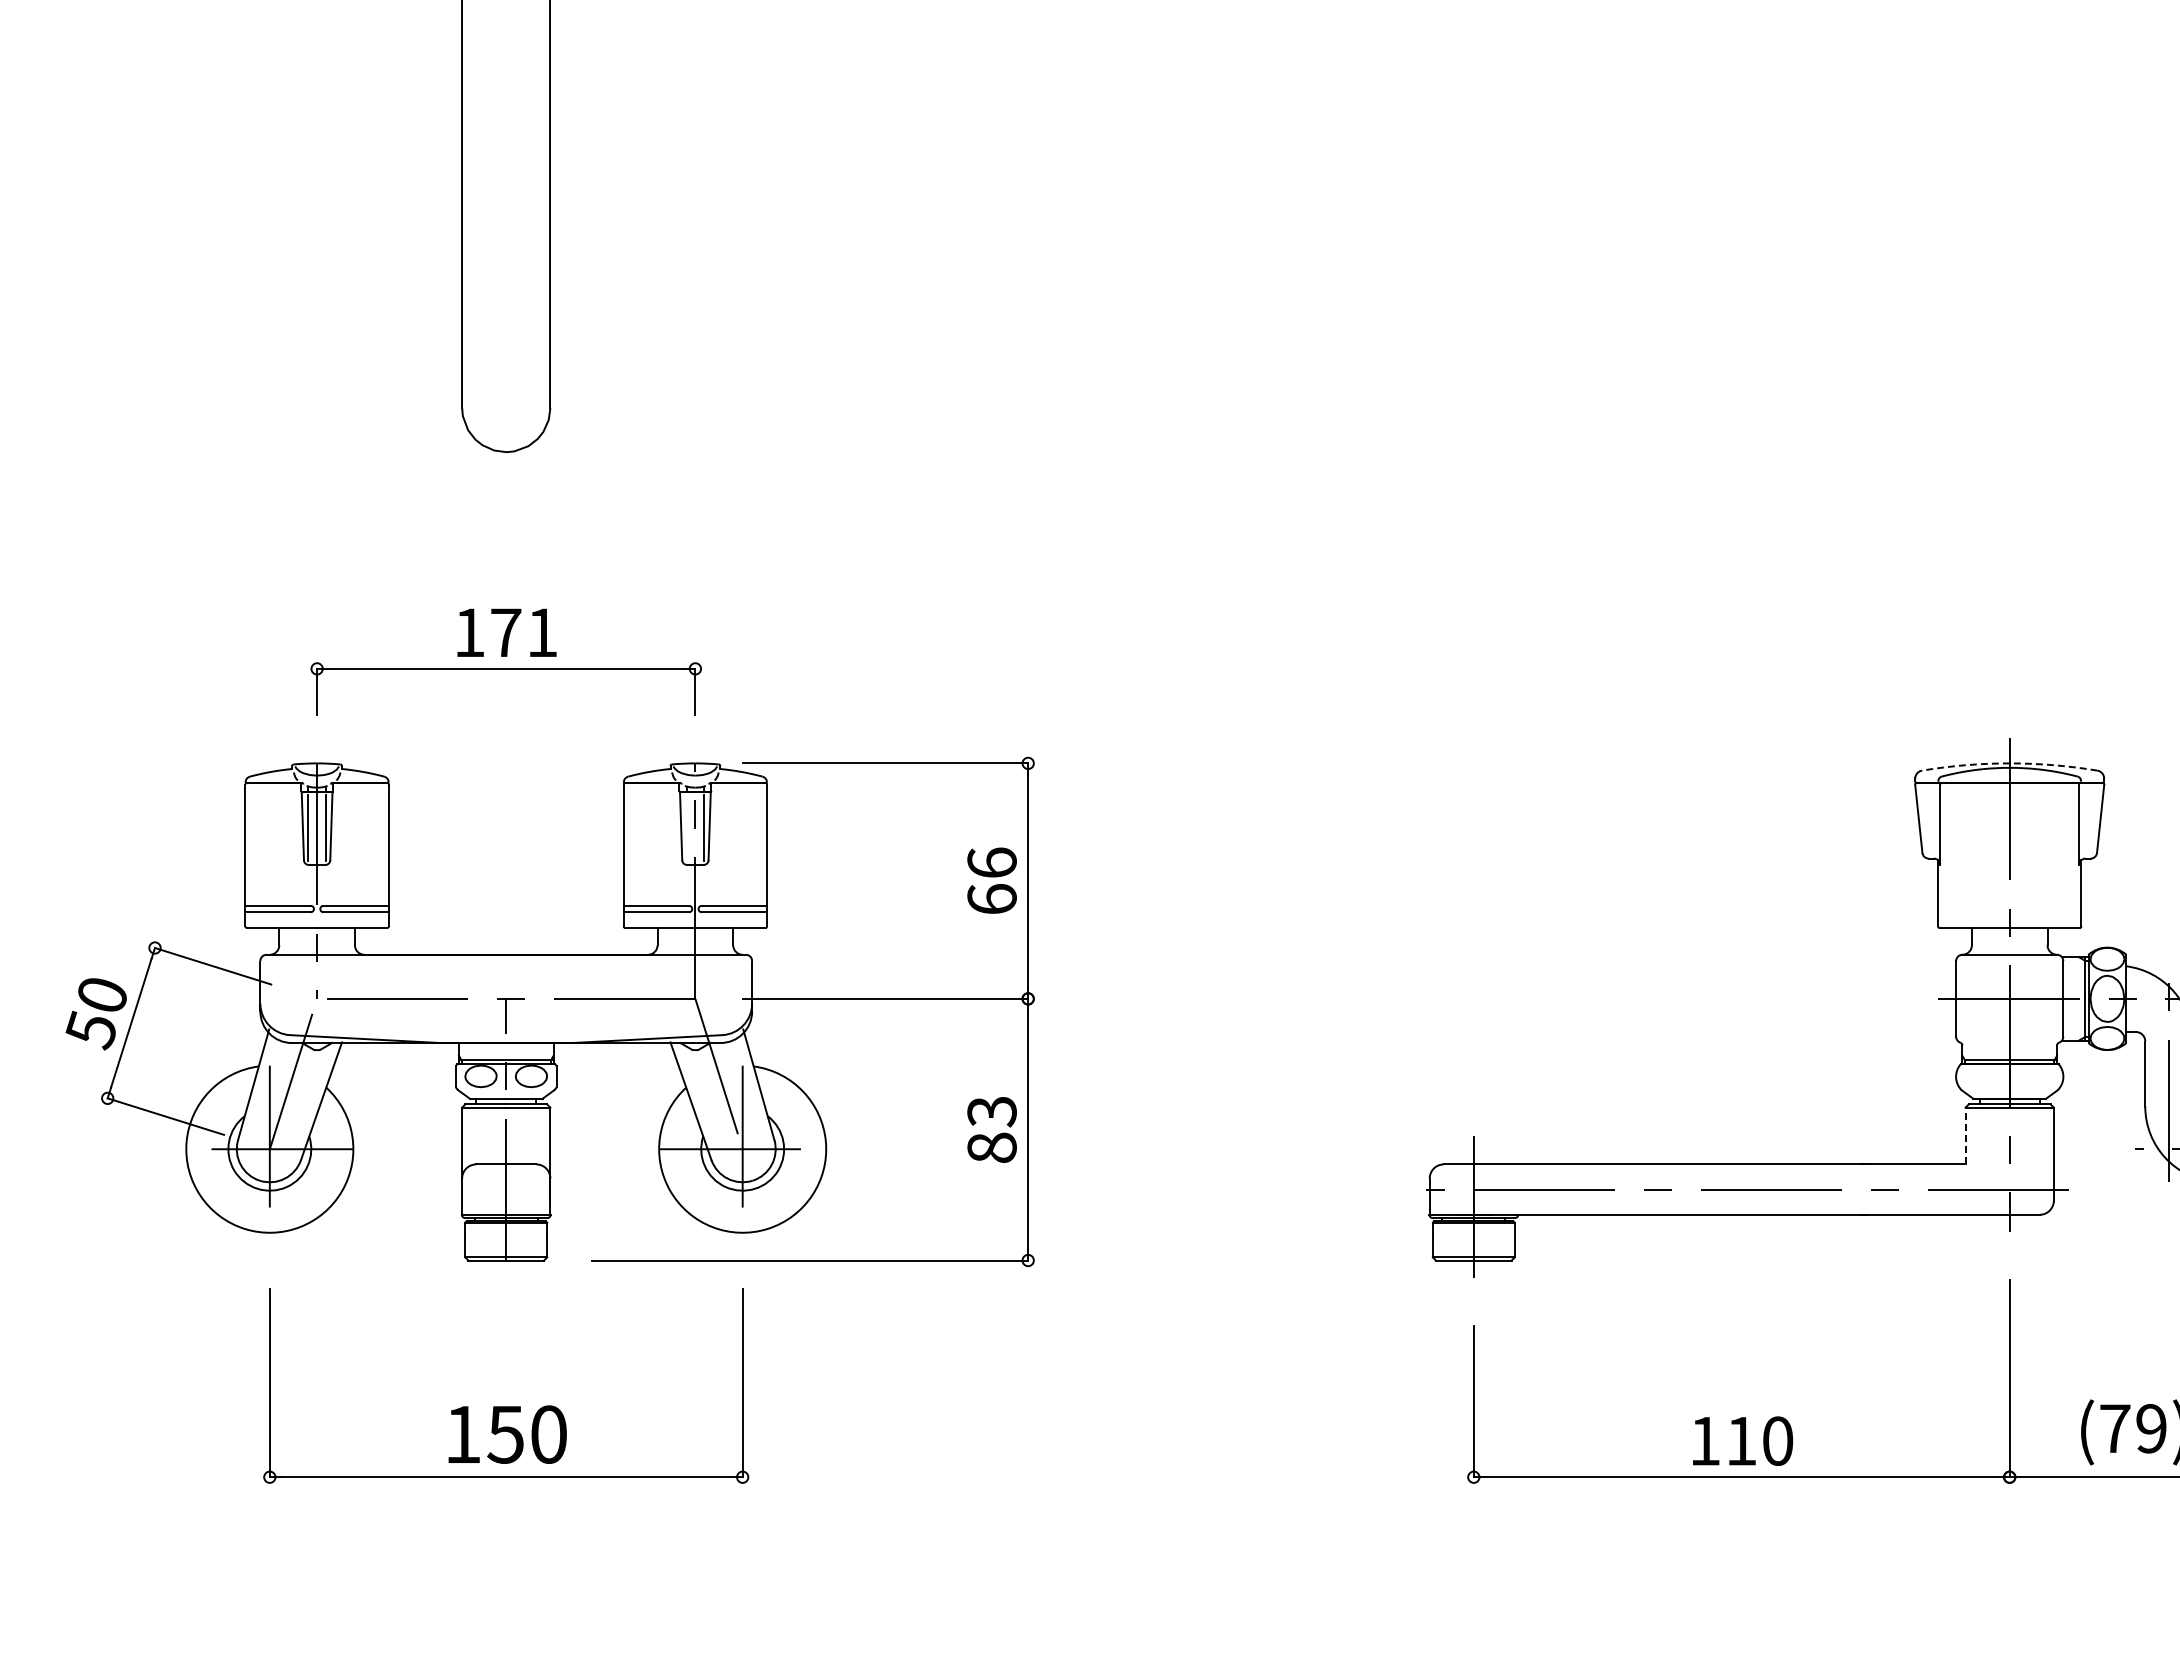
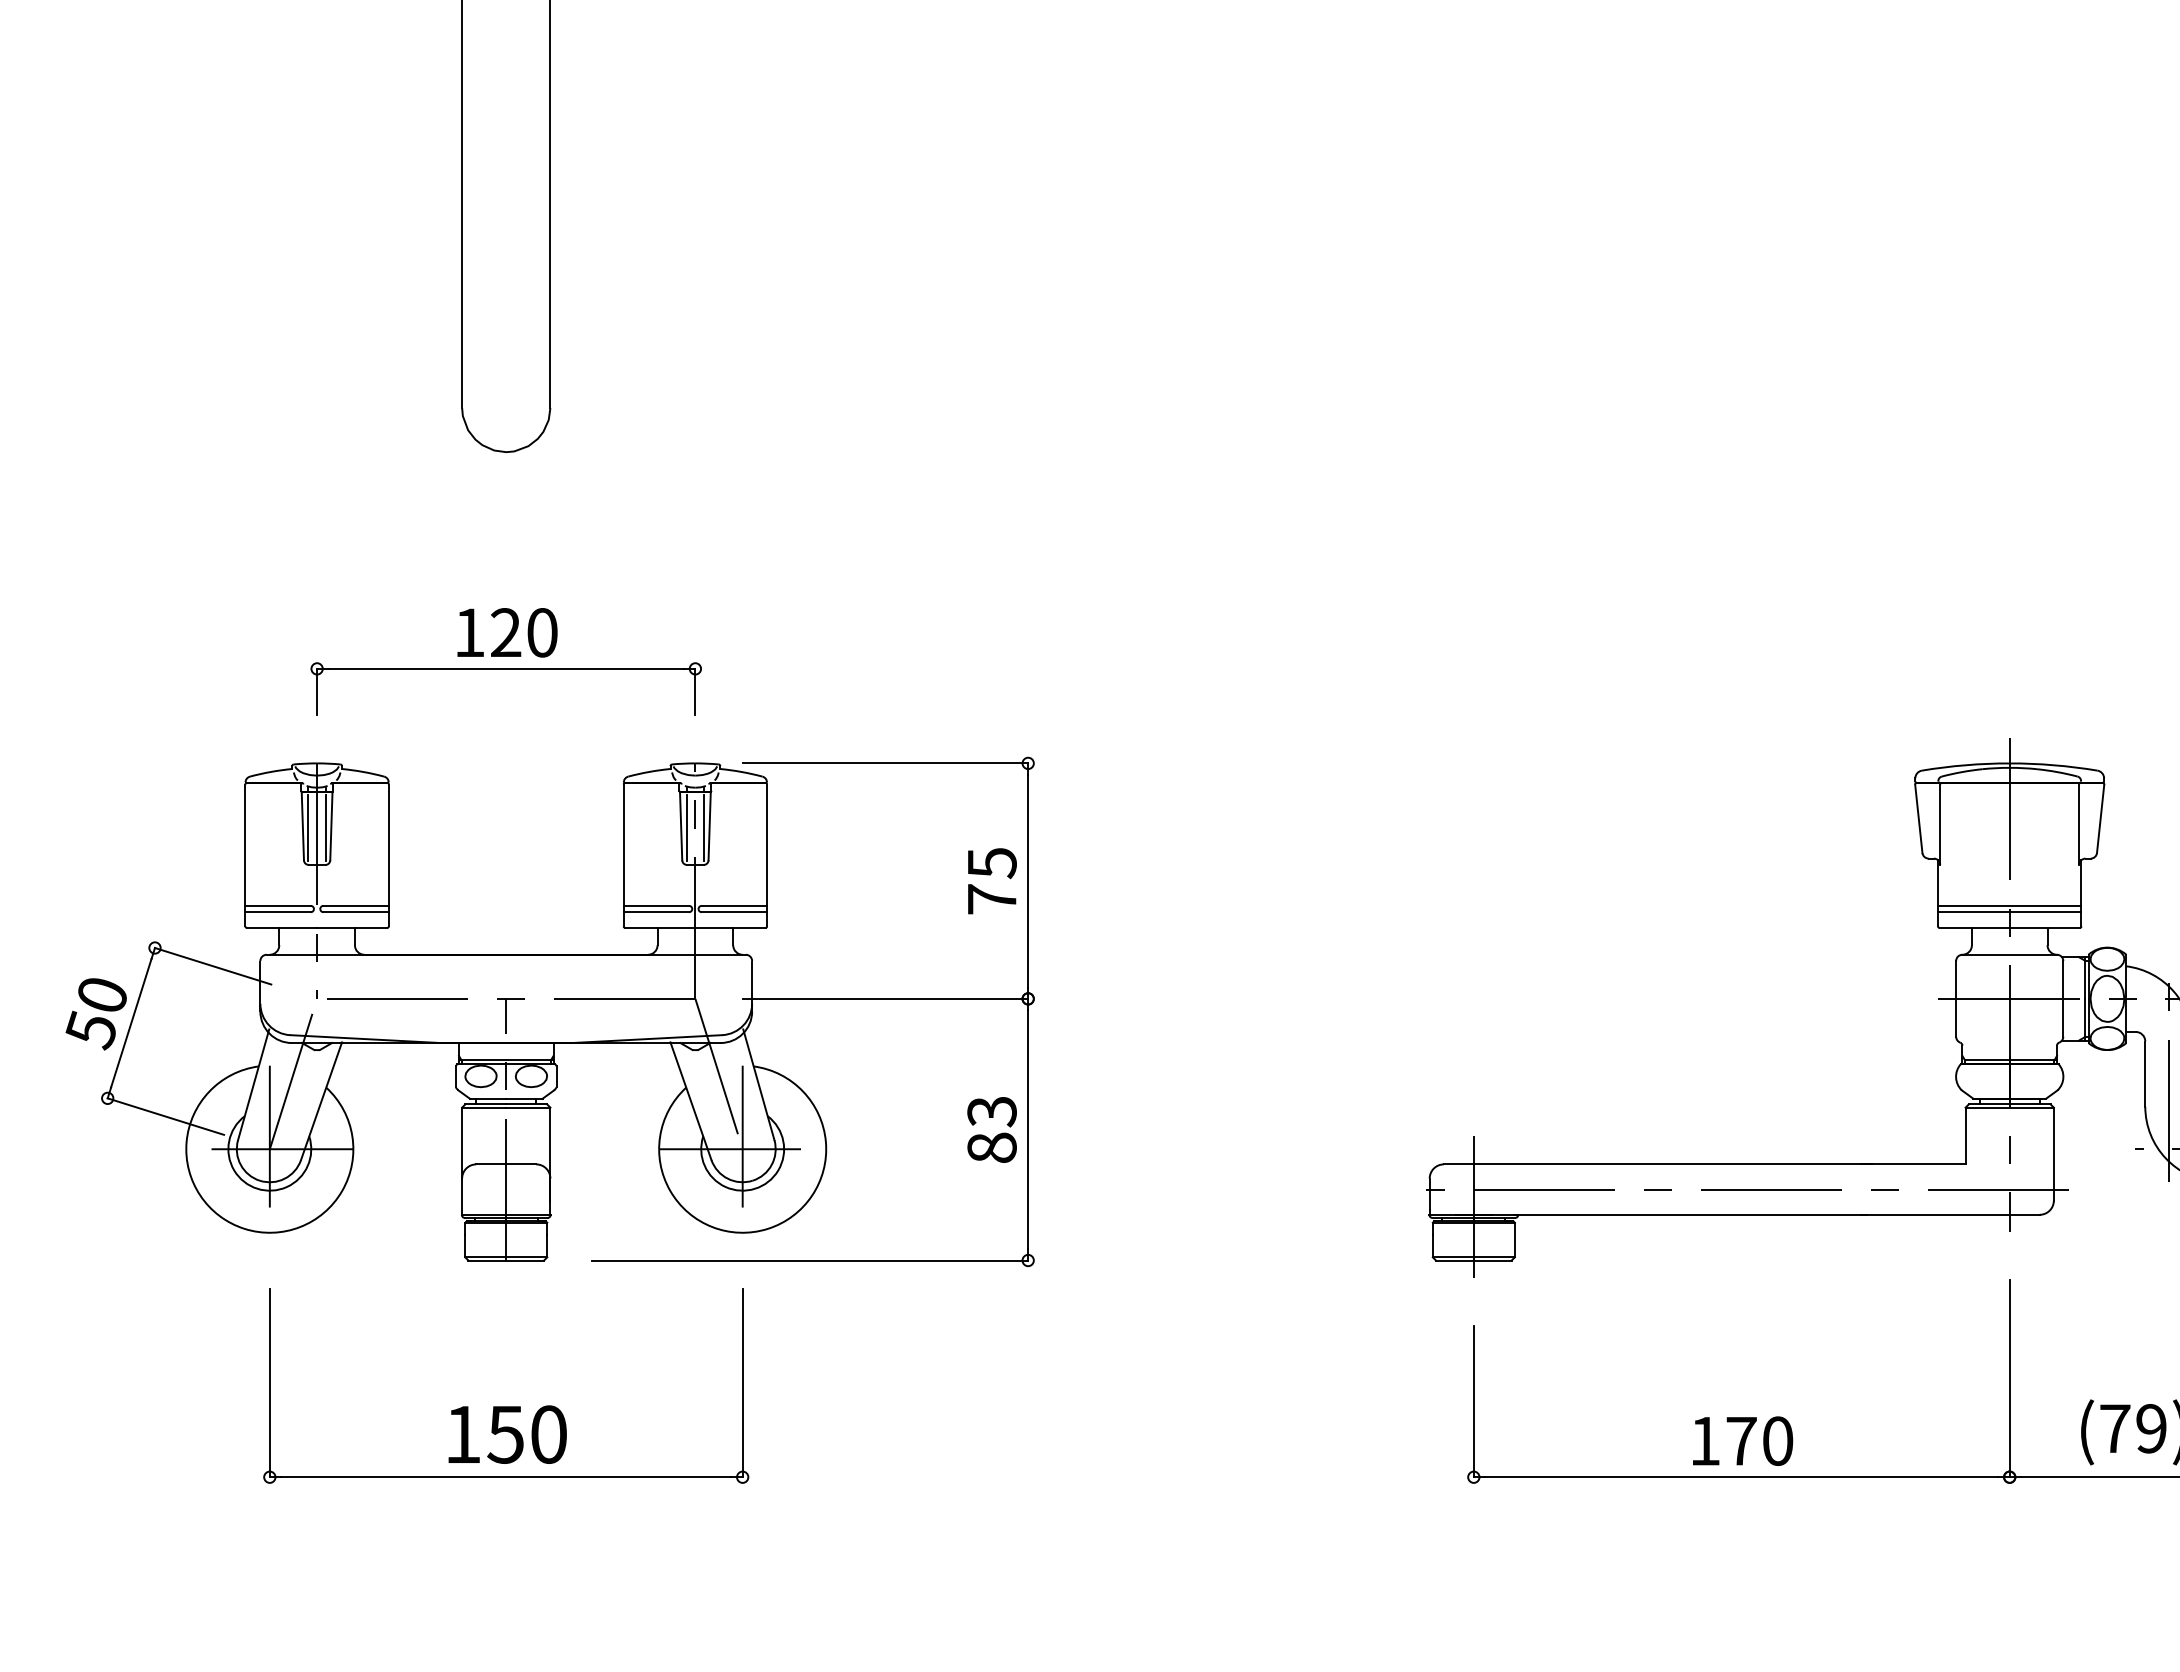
text at (524, 632): 171 -> 120
arc at (2009, 763): dashed -> solid
line at (686, 828): none -> present
text at (991, 880): 66 -> 75
line at (2009, 905): none -> present
line at (2009, 912): none -> present
line at (1965, 1135): dashed -> solid
text at (1741, 1441): 110 -> 170
